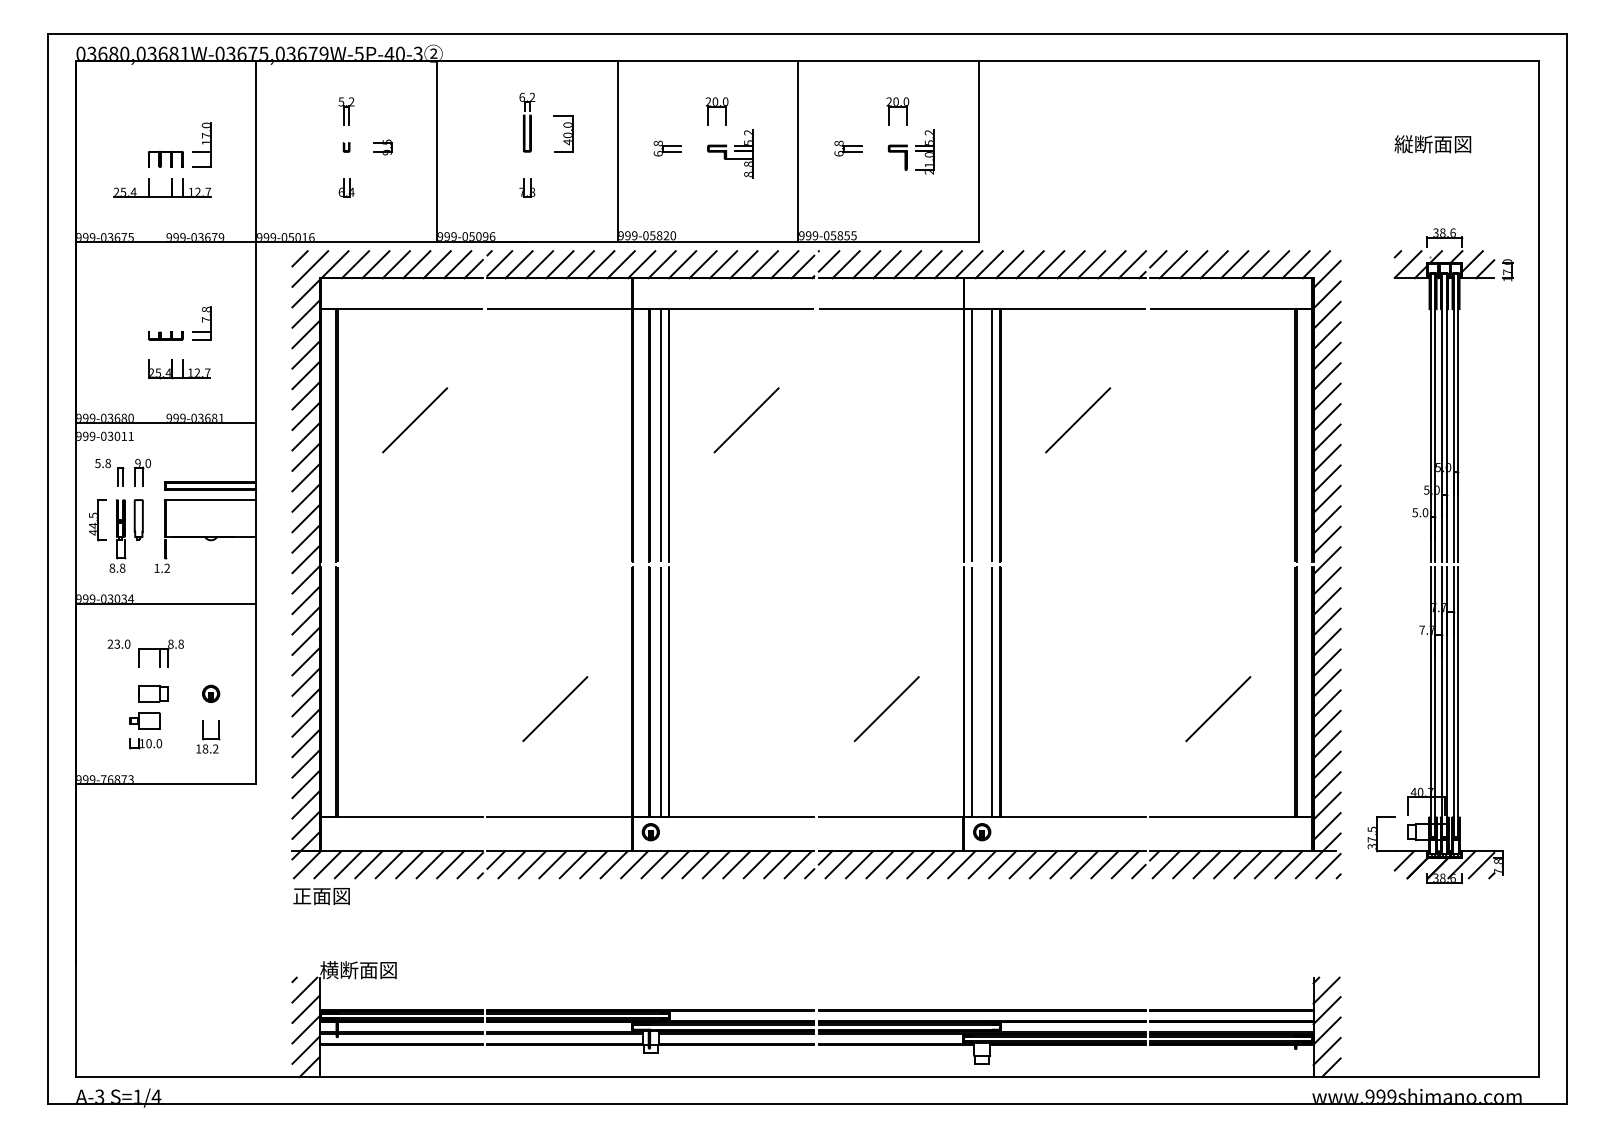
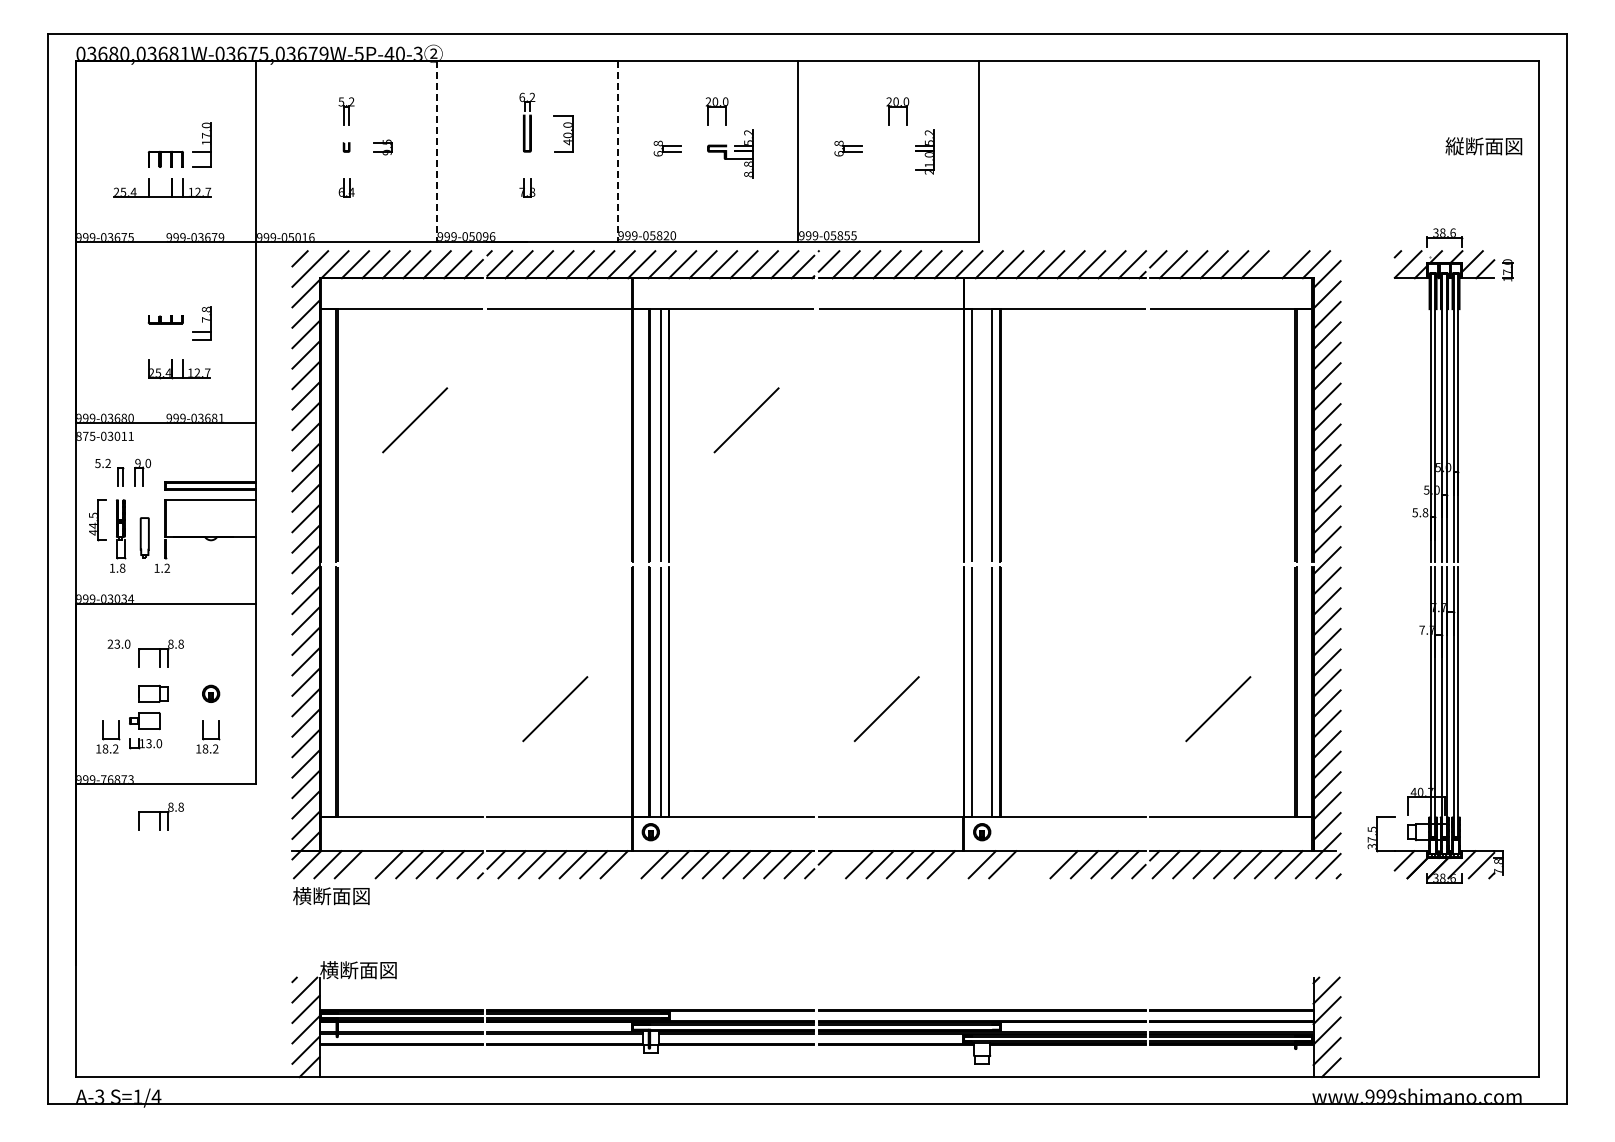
text at (1432, 144) position: (1432, 144) -> (1483, 146)
line at (437, 152): solid -> dashed
line at (617, 152): solid -> dashed
part at (897, 157): present -> none
line at (1275, 264): present -> none
part at (165, 335) position: (165, 335) -> (165, 319)
line at (1078, 420): present -> none
text at (86, 435): 999-03011 -> 875-03011
text at (107, 463): 5.8 -> 5.2
text at (1425, 512): 5.0 -> 5.8
part at (138, 519) position: (138, 519) -> (144, 537)
text at (112, 567): 8.8 -> 1.8
part at (108, 736): none -> present
text at (148, 743): 10.0 -> 13.0
part at (160, 816): none -> present
line at (368, 864): present -> none
line at (634, 864): present -> none
line at (838, 864): present -> none
line at (961, 864): present -> none
line at (1022, 864): present -> none
line at (1043, 864): present -> none
text at (331, 896): 正面図 -> 横断面図
